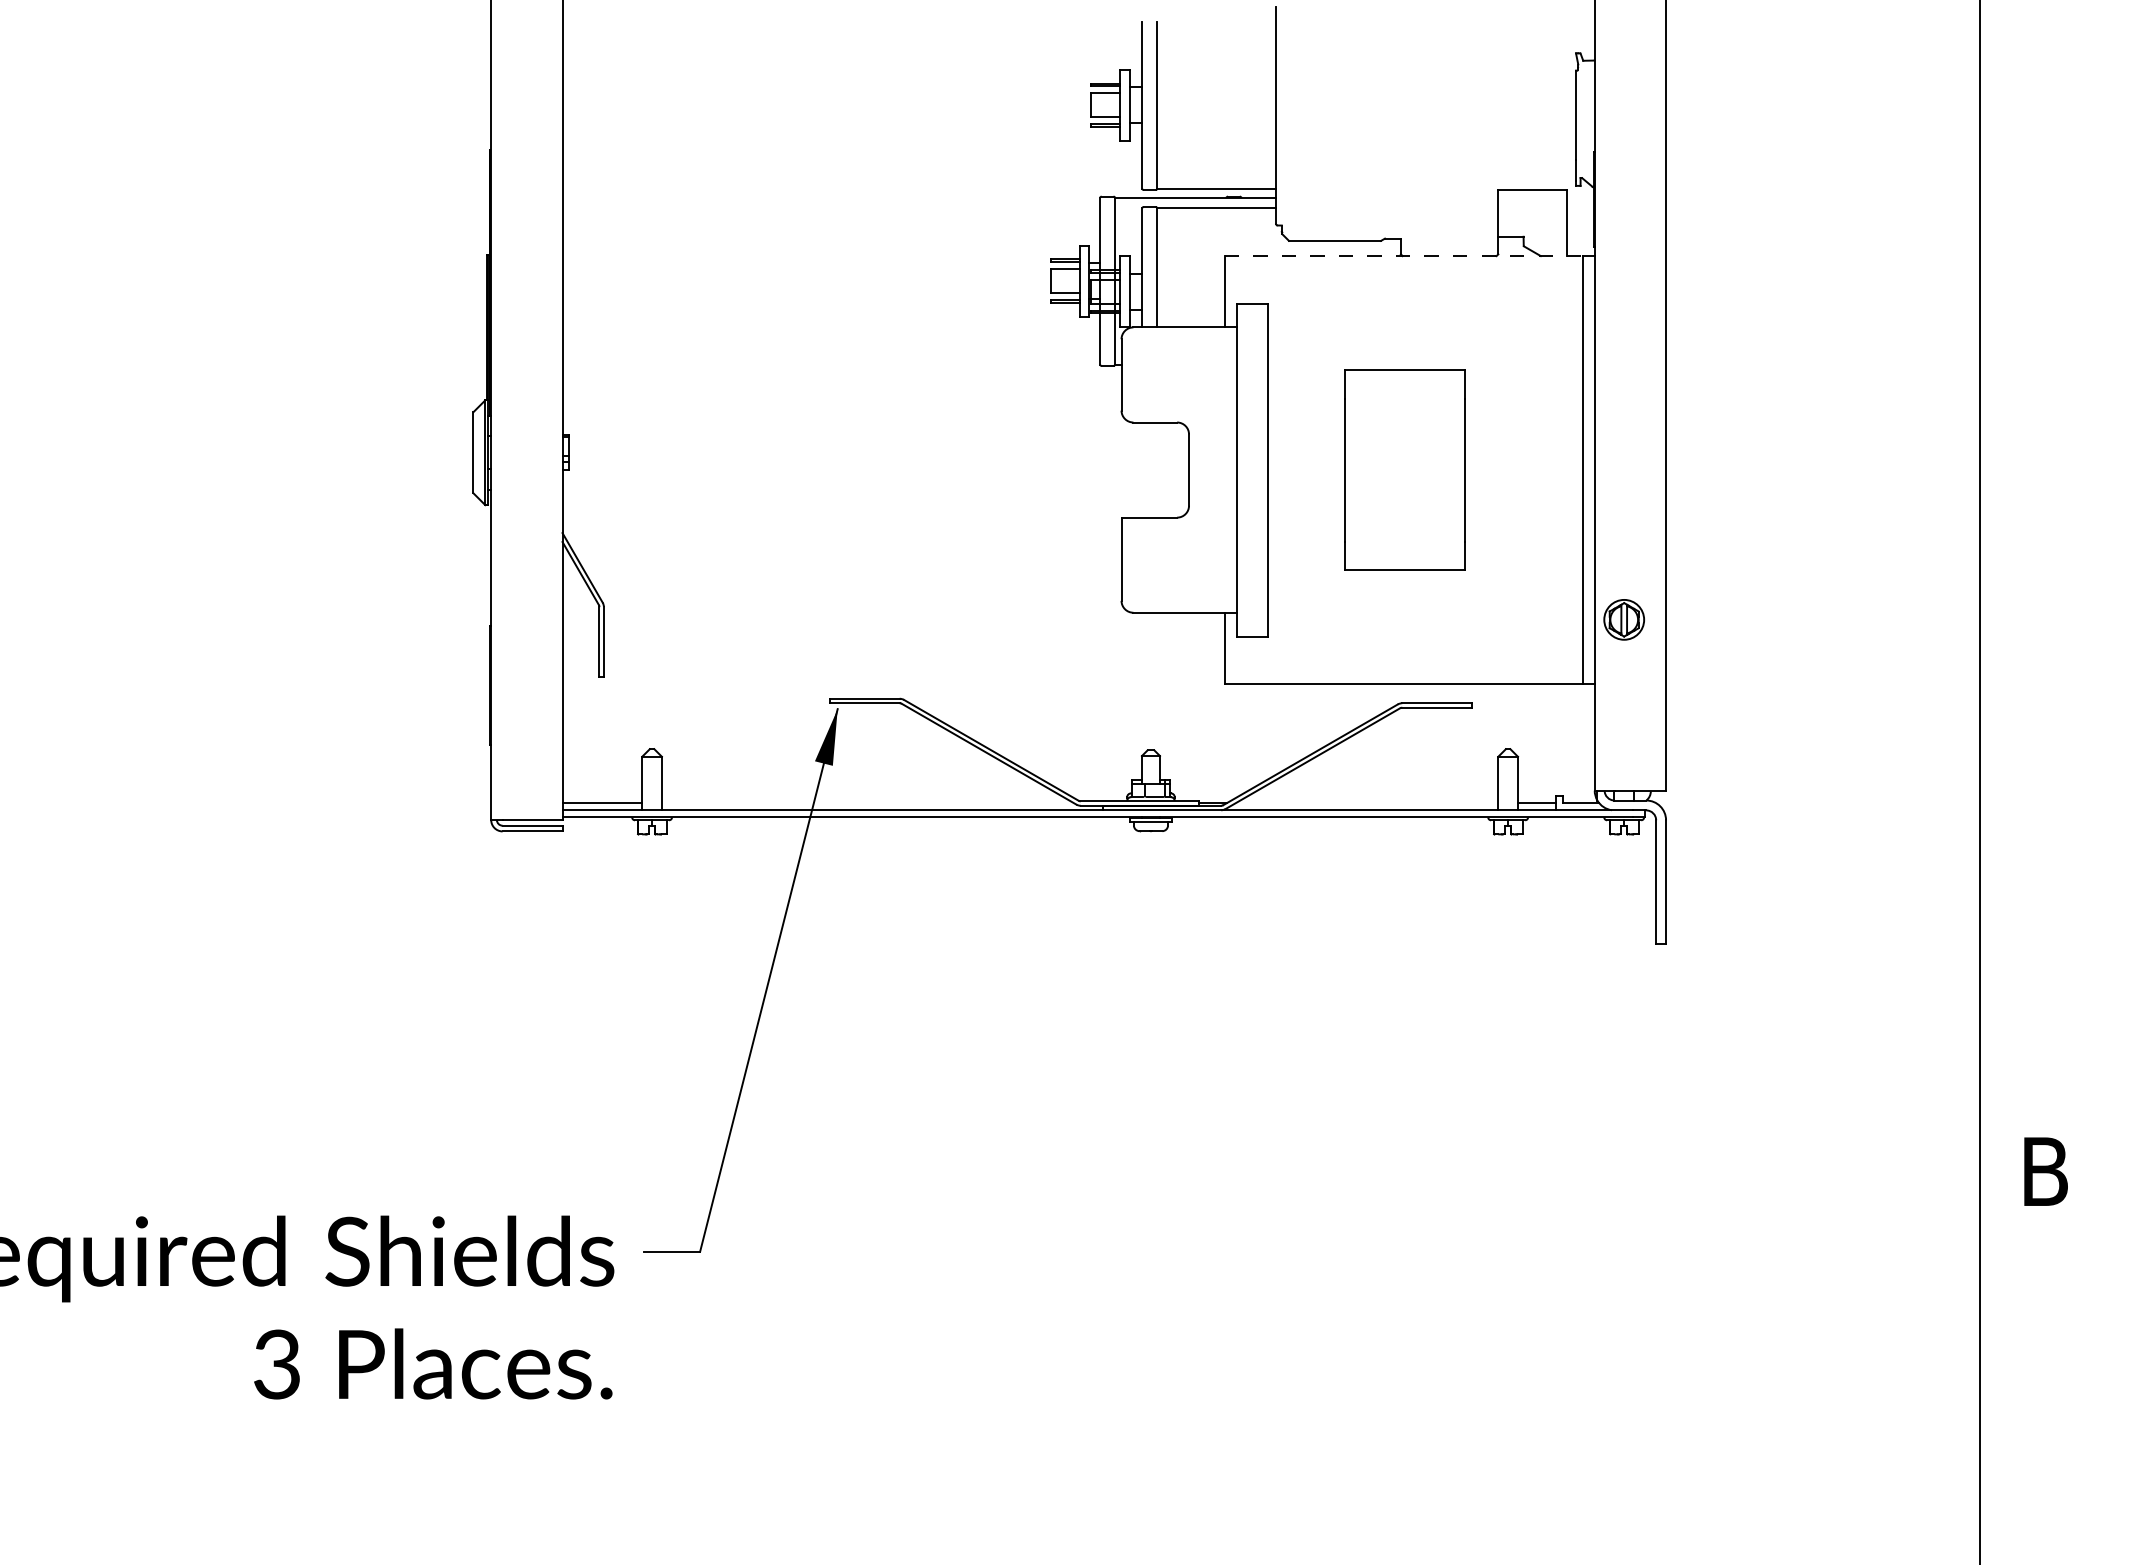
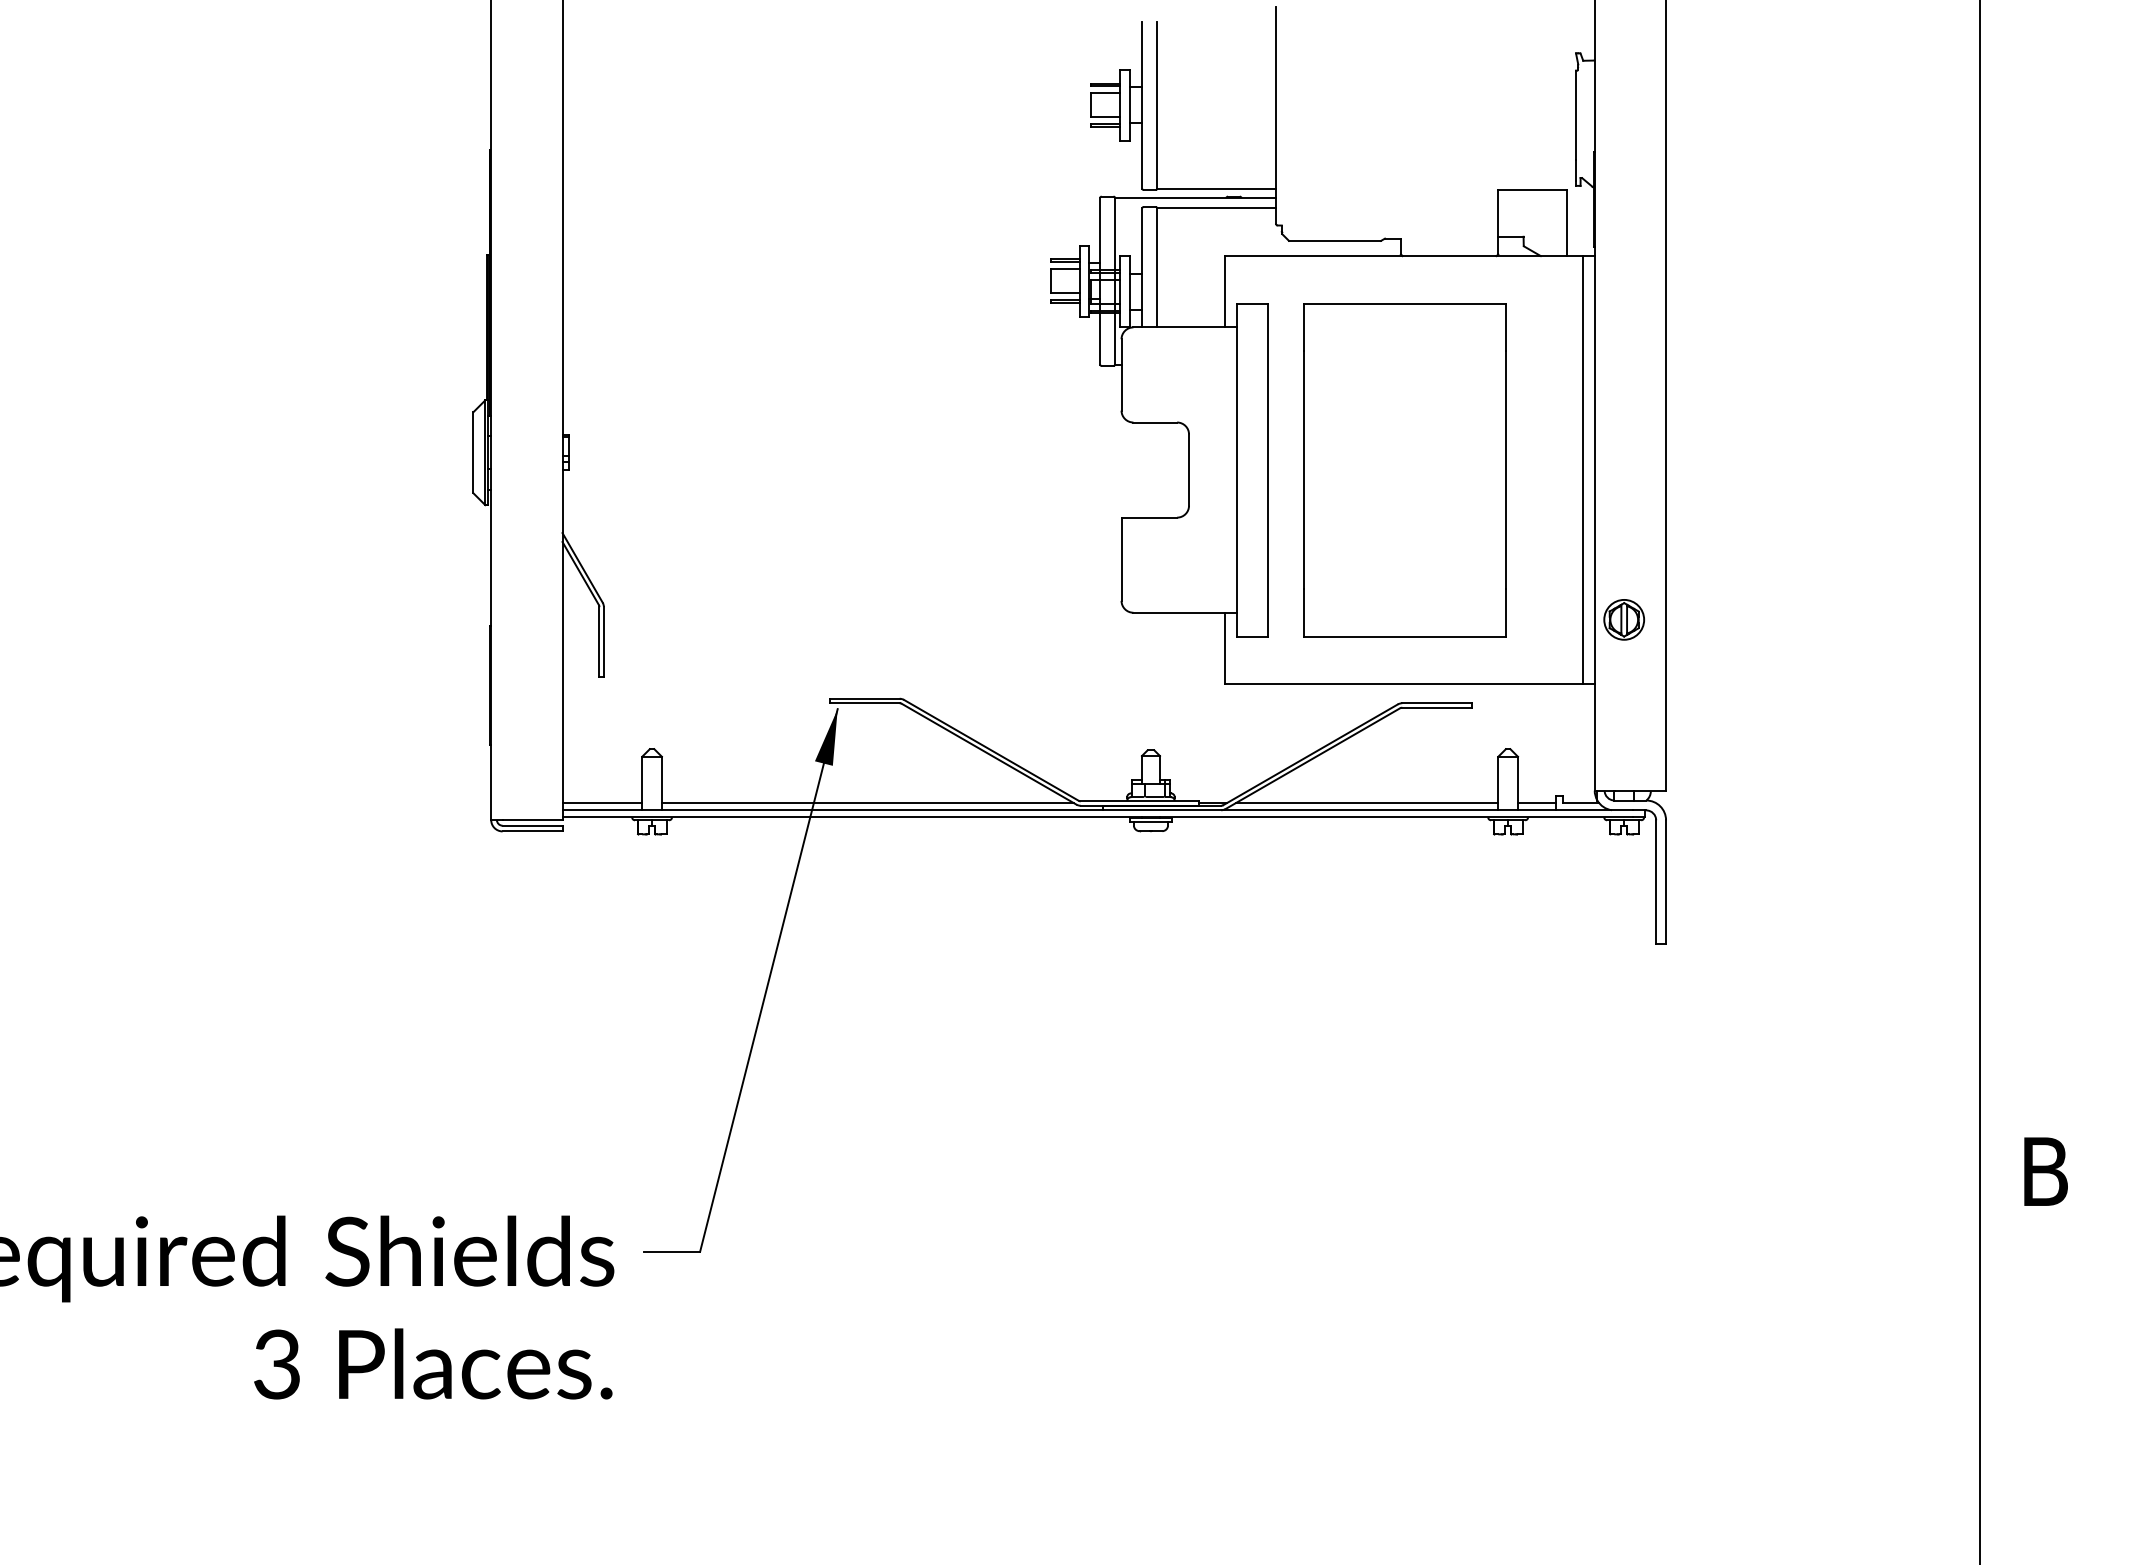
line at (1404, 256): dashed -> solid
part at (1404, 469) size: 122x202 px -> 204x335 px
line at (867, 803): none -> present
line at (1366, 803): none -> present
